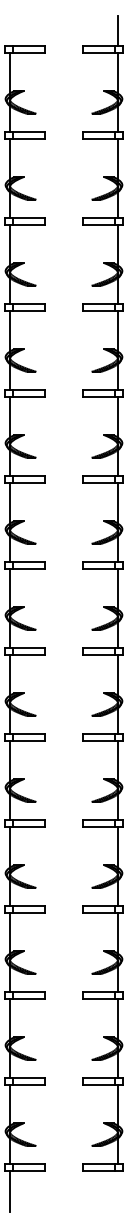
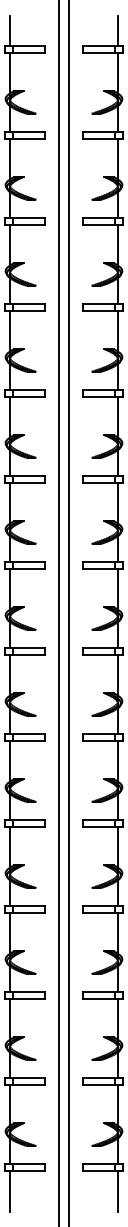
line at (9, 30): none -> present
line at (59, 612): none -> present
line at (68, 612): none -> present
line at (118, 1190): none -> present
